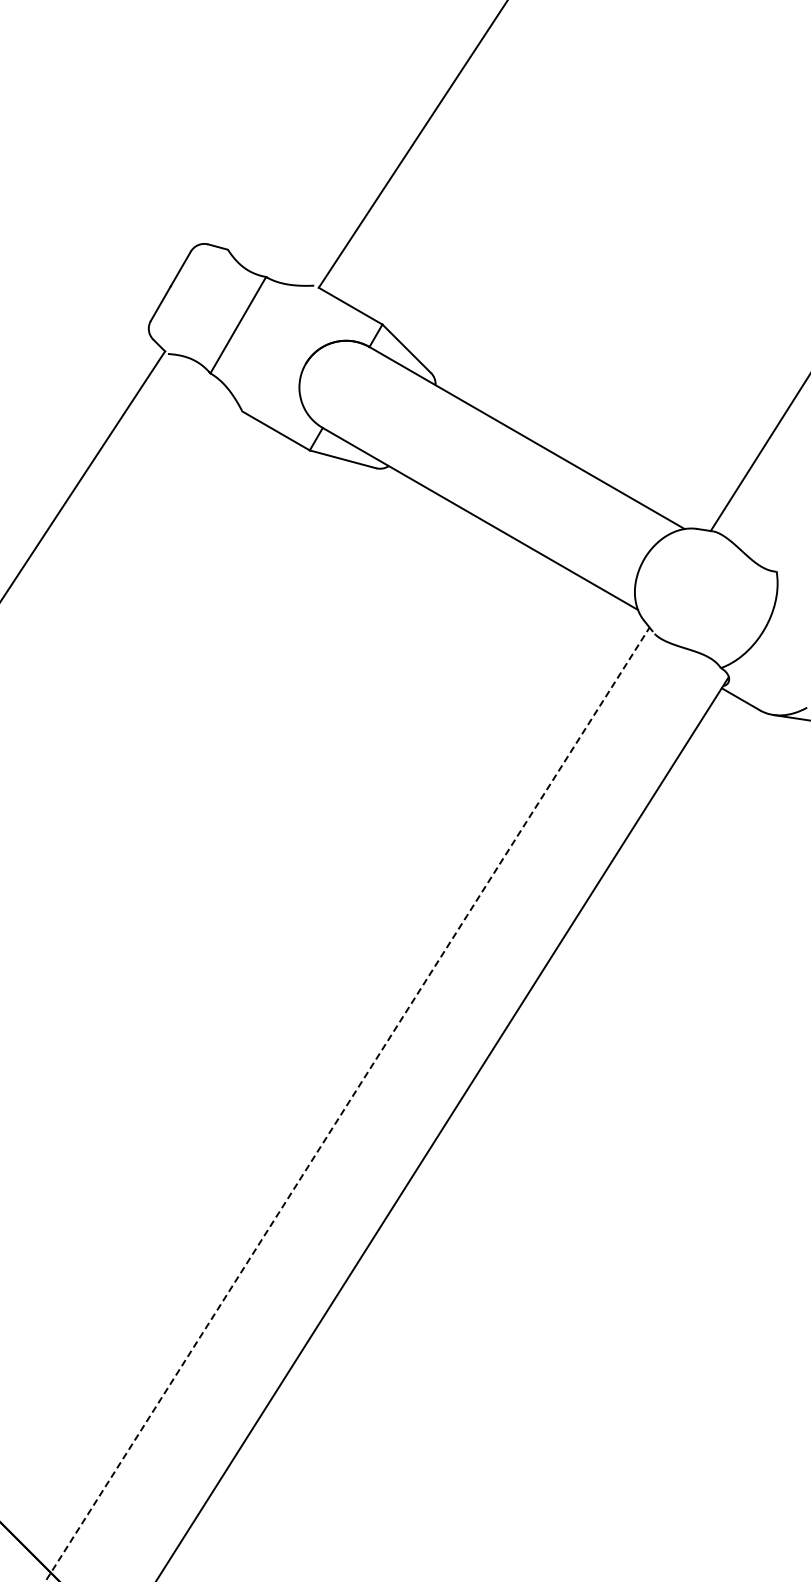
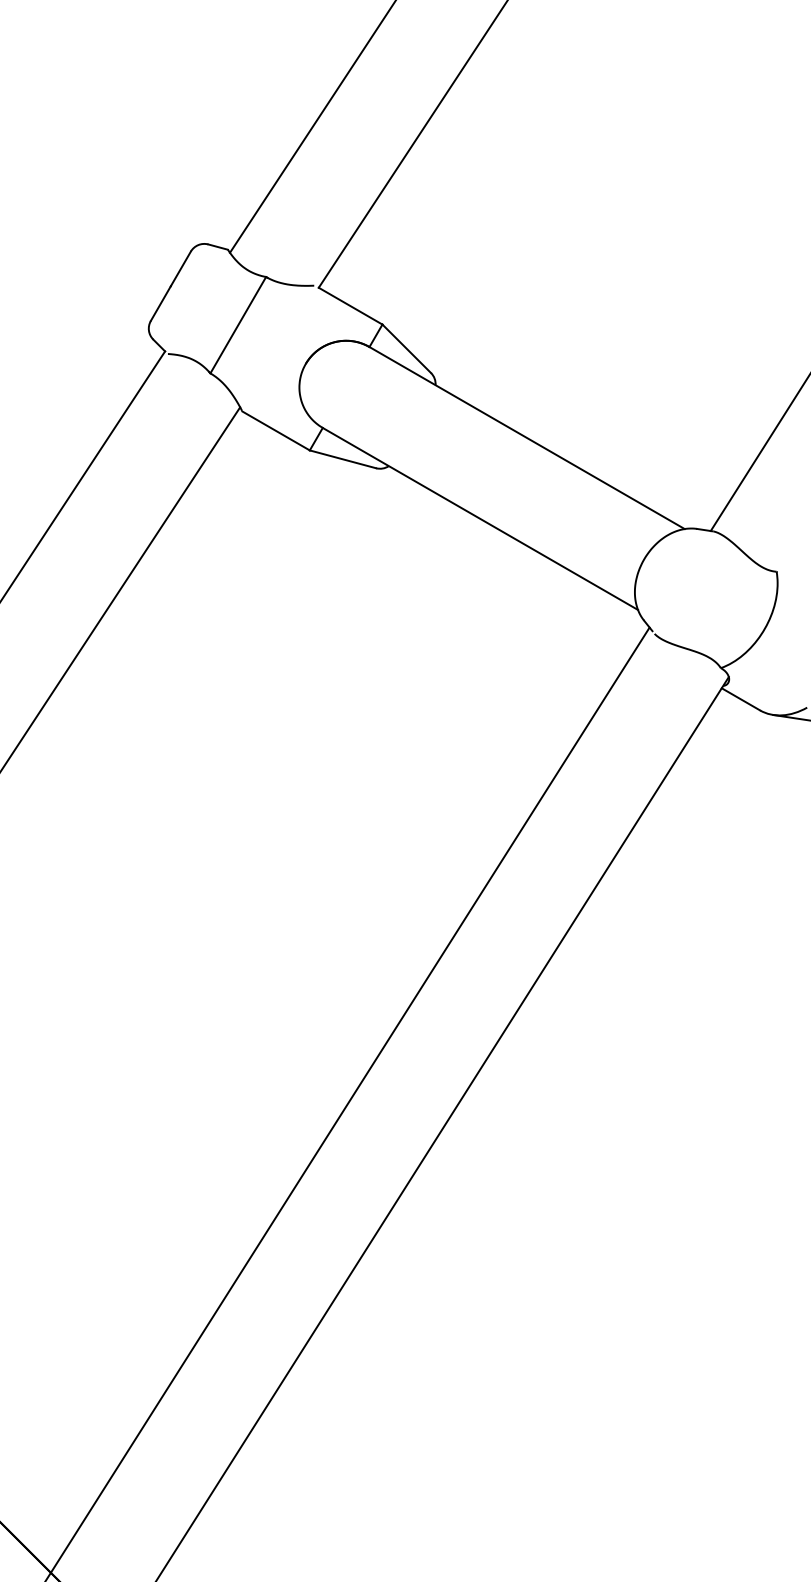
line at (312, 127): none -> present
line at (121, 588): none -> present
line at (347, 1104): dashed -> solid
